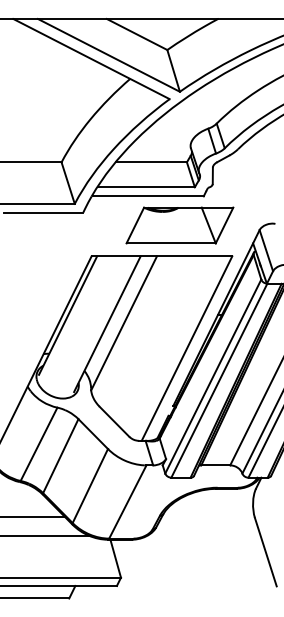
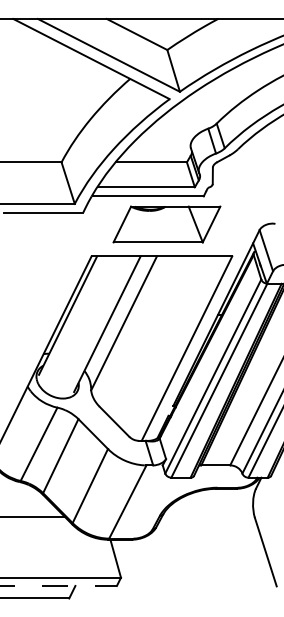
part at (179, 225) position: (179, 225) -> (166, 224)
line at (46, 536): present -> none
line at (59, 585): solid -> dashed
